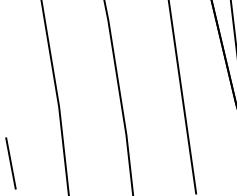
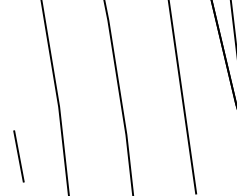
line at (10, 163) position: (10, 163) -> (18, 156)
